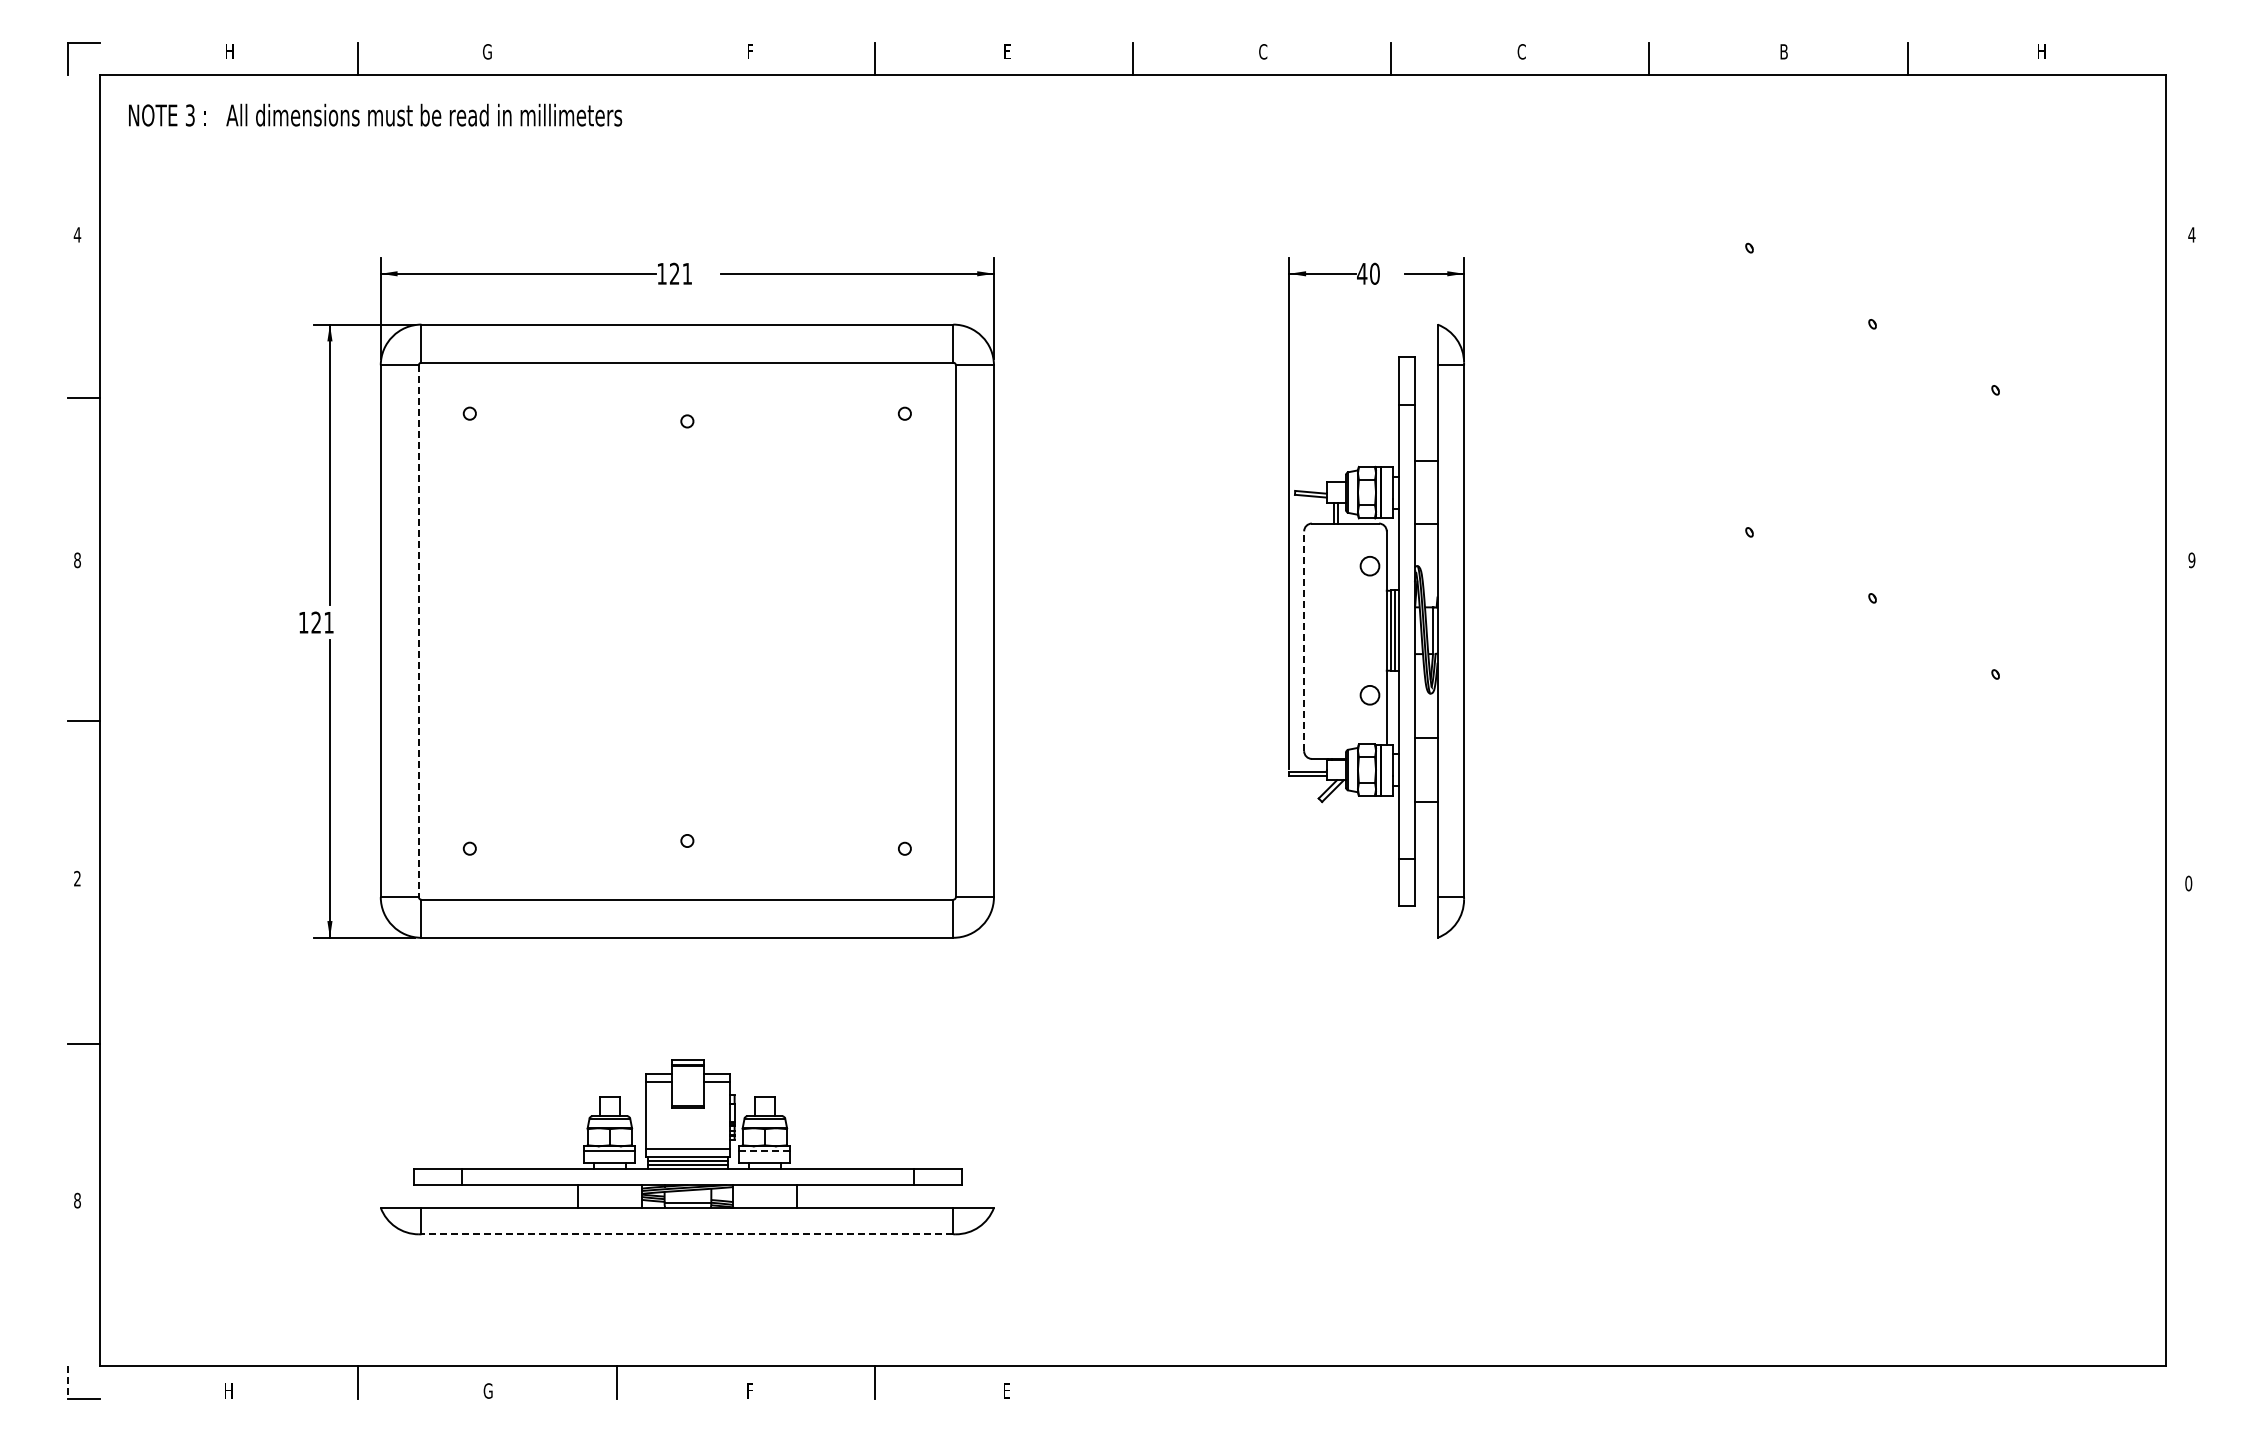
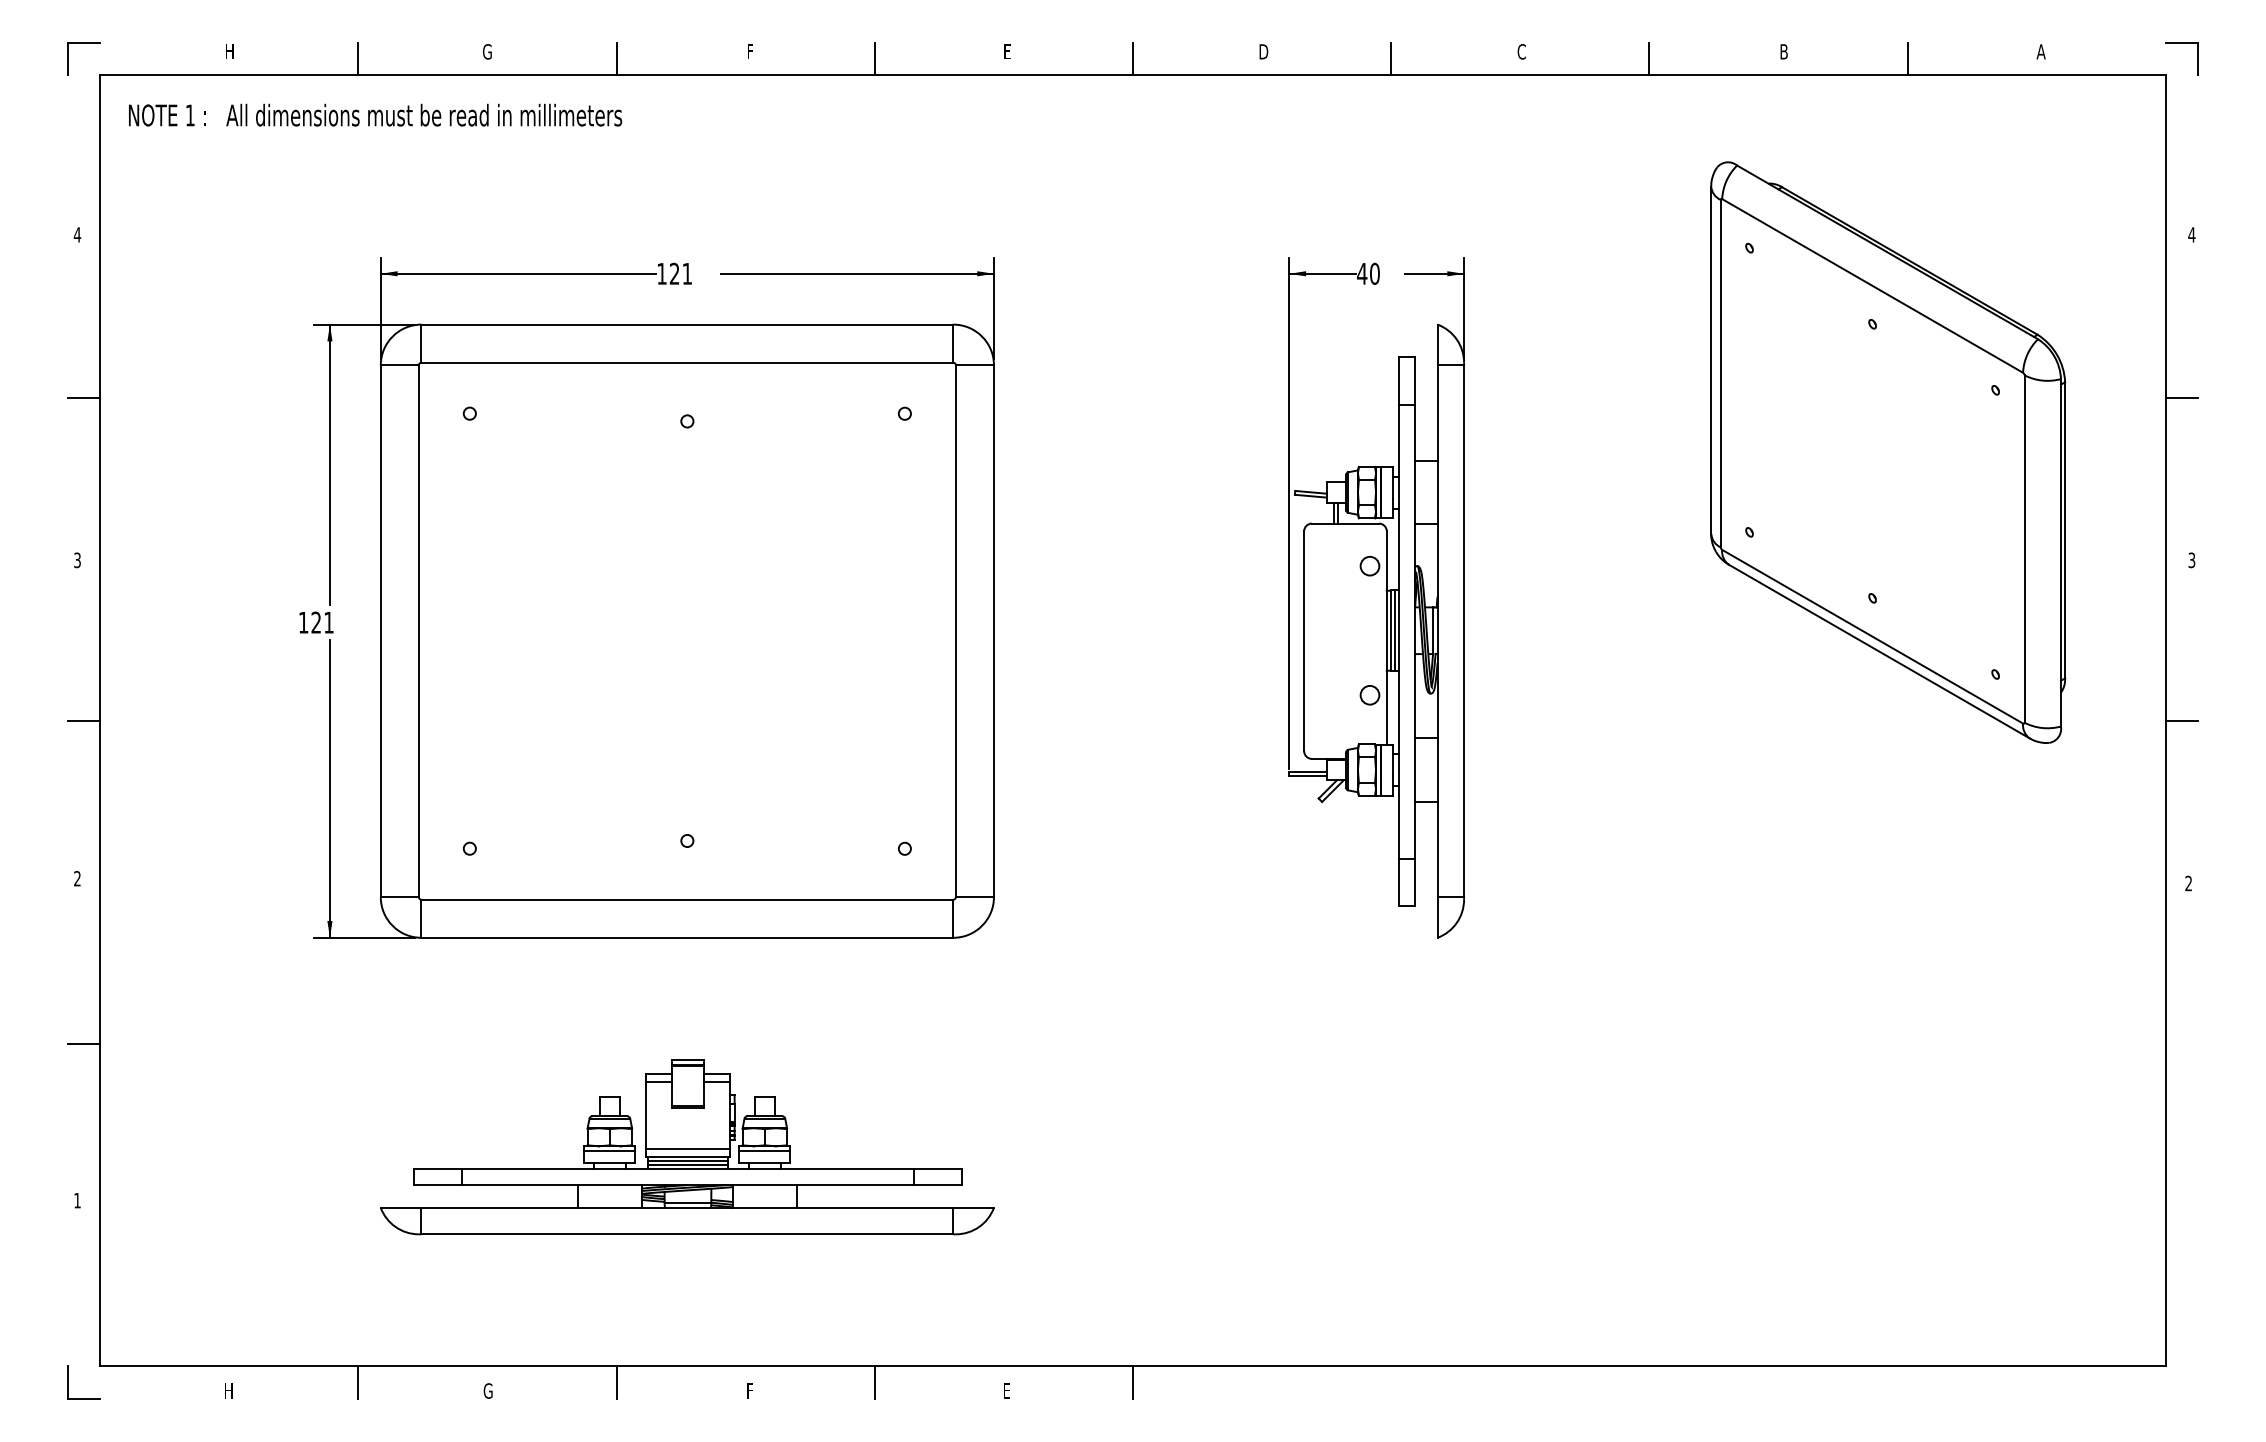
part at (2181, 43): none -> present
text at (1263, 51): C -> D
text at (2040, 51): H -> A
line at (616, 59): none -> present
text at (189, 115): 3 -> 1
line at (2181, 398): none -> present
part at (1888, 452): none -> present
text at (2191, 559): 9 -> 3
text at (77, 560): 8 -> 3
line at (418, 631): dashed -> solid
line at (1304, 641): dashed -> solid
line at (2181, 720): none -> present
text at (2188, 883): 0 -> 2
line at (765, 1151): dashed -> solid
text at (77, 1200): 8 -> 1
line at (687, 1234): dashed -> solid
line at (67, 1382): dashed -> solid
line at (1133, 1382): none -> present
